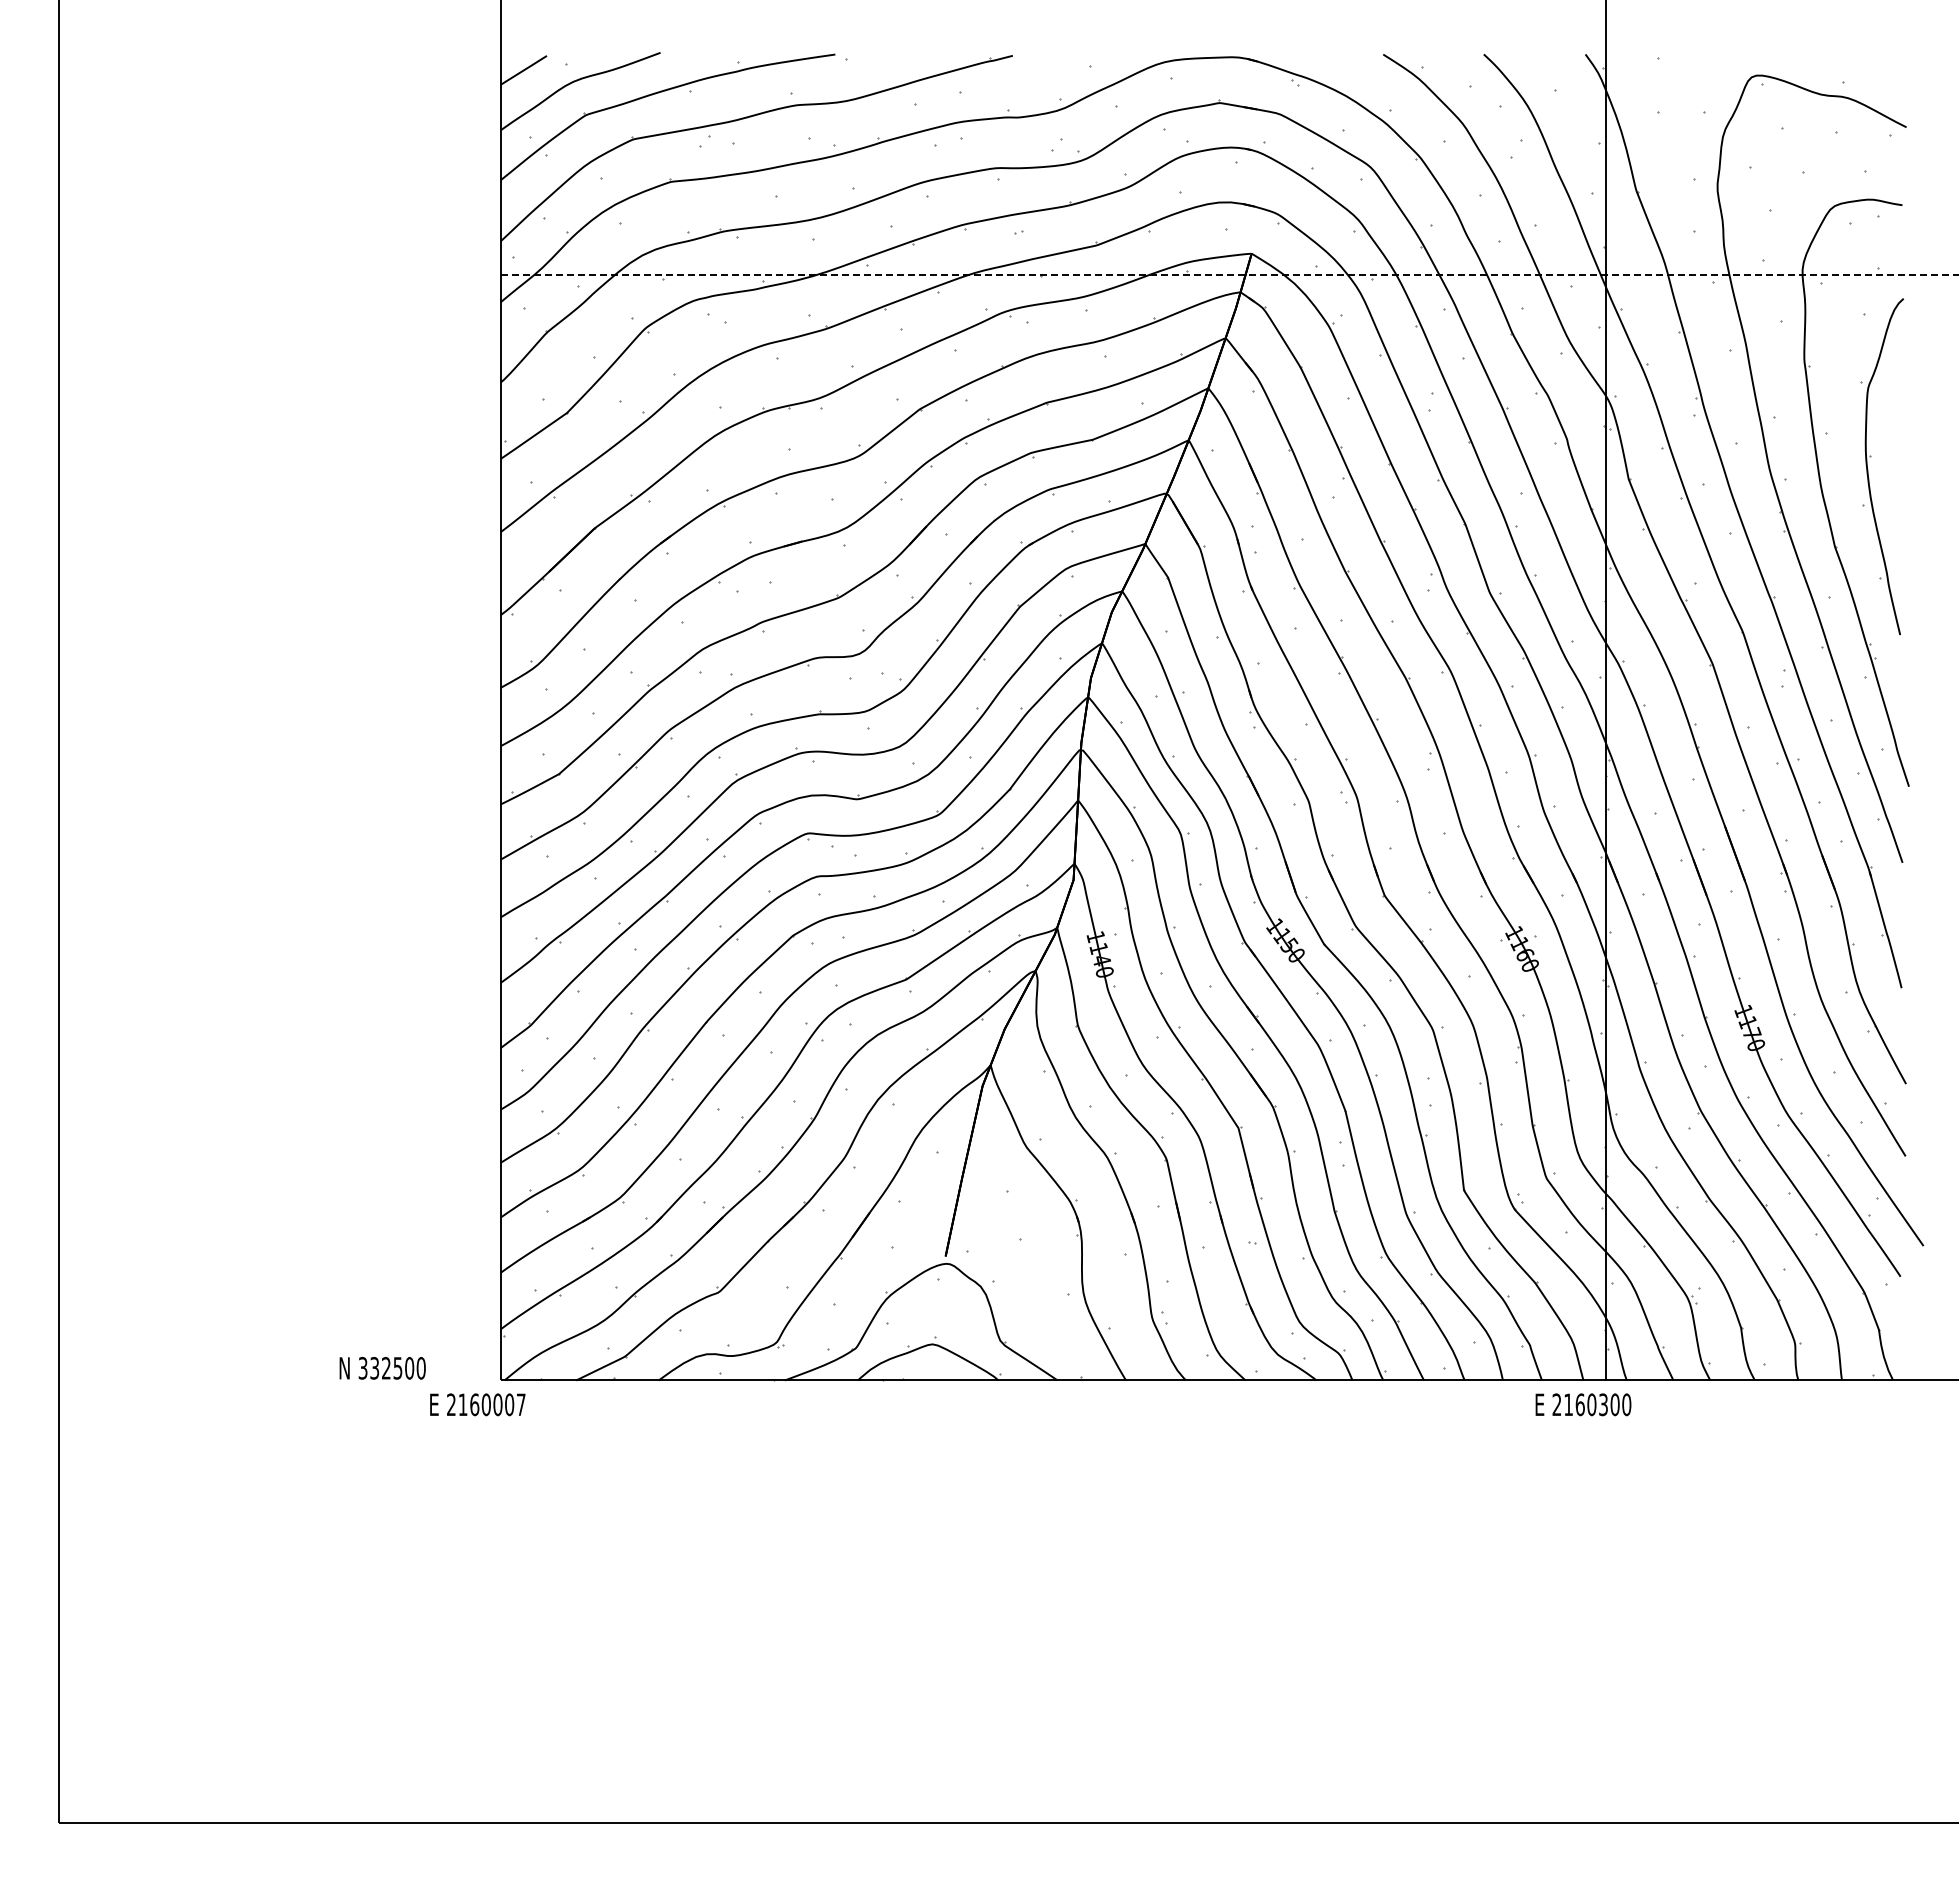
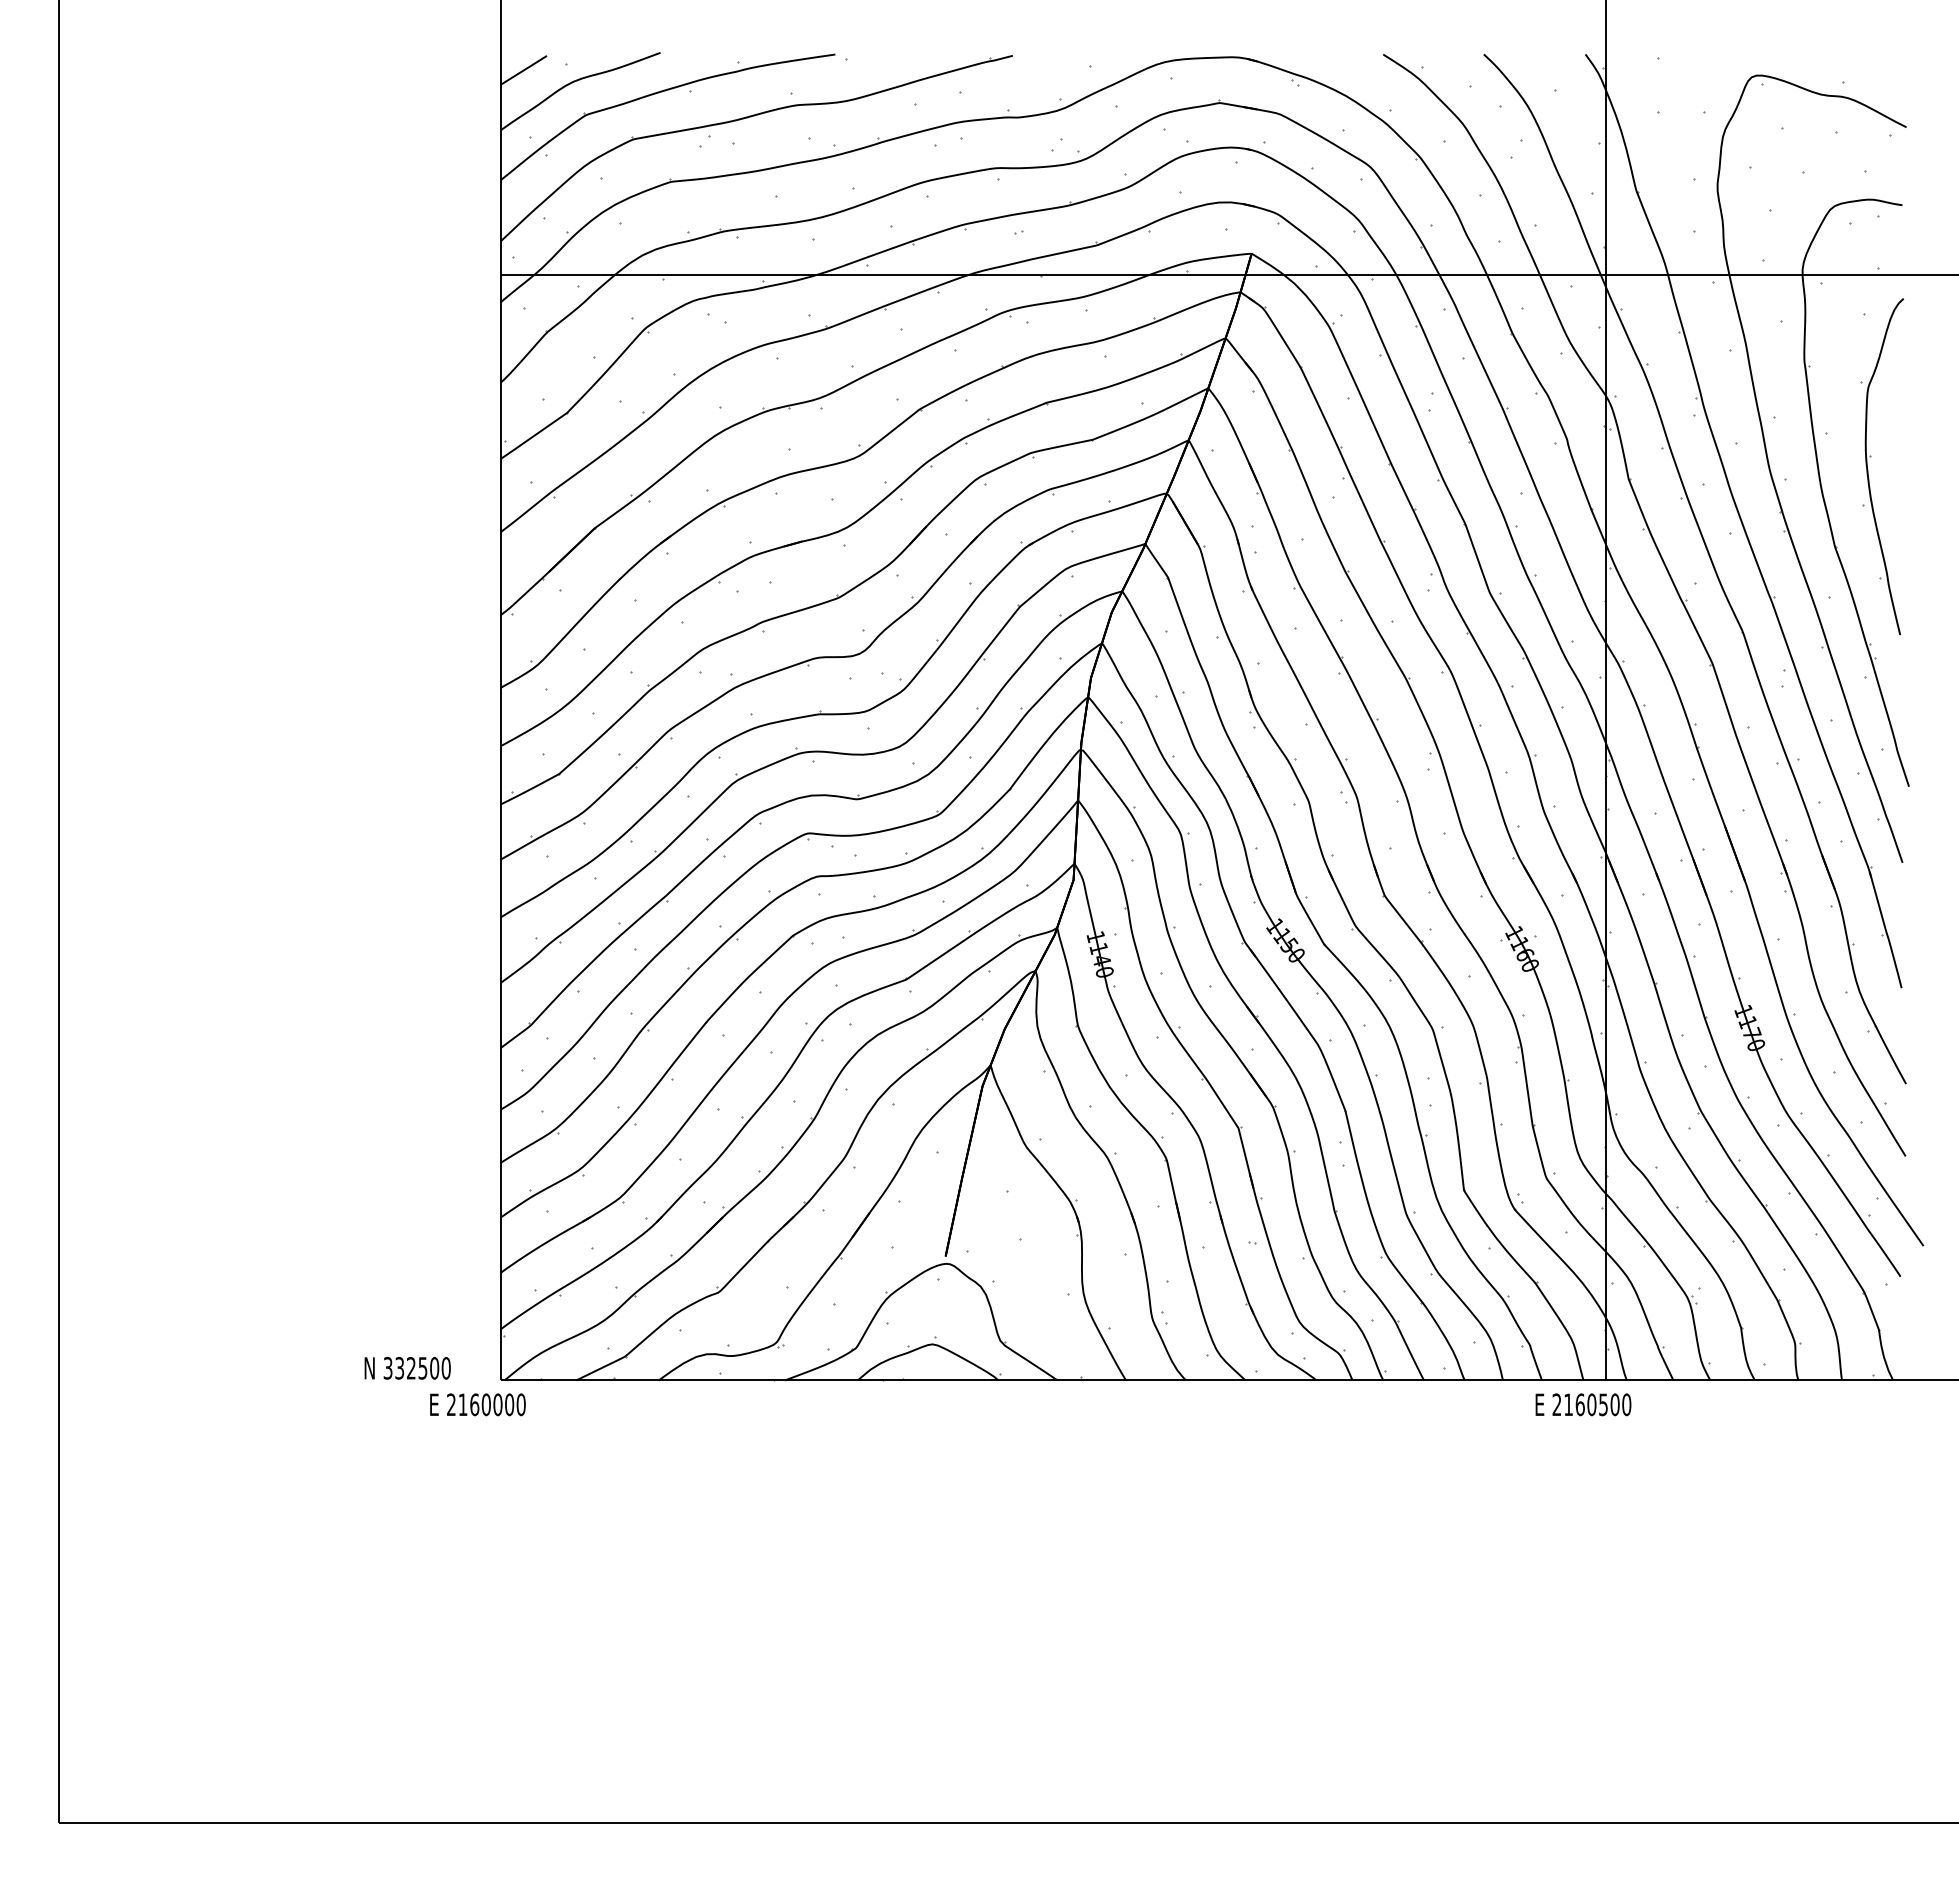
line at (1229, 275): dashed -> solid
text at (382, 1368) position: (382, 1368) -> (407, 1368)
text at (520, 1404): 2160007 -> 2160000
text at (1603, 1404): 2160300 -> 2160500
